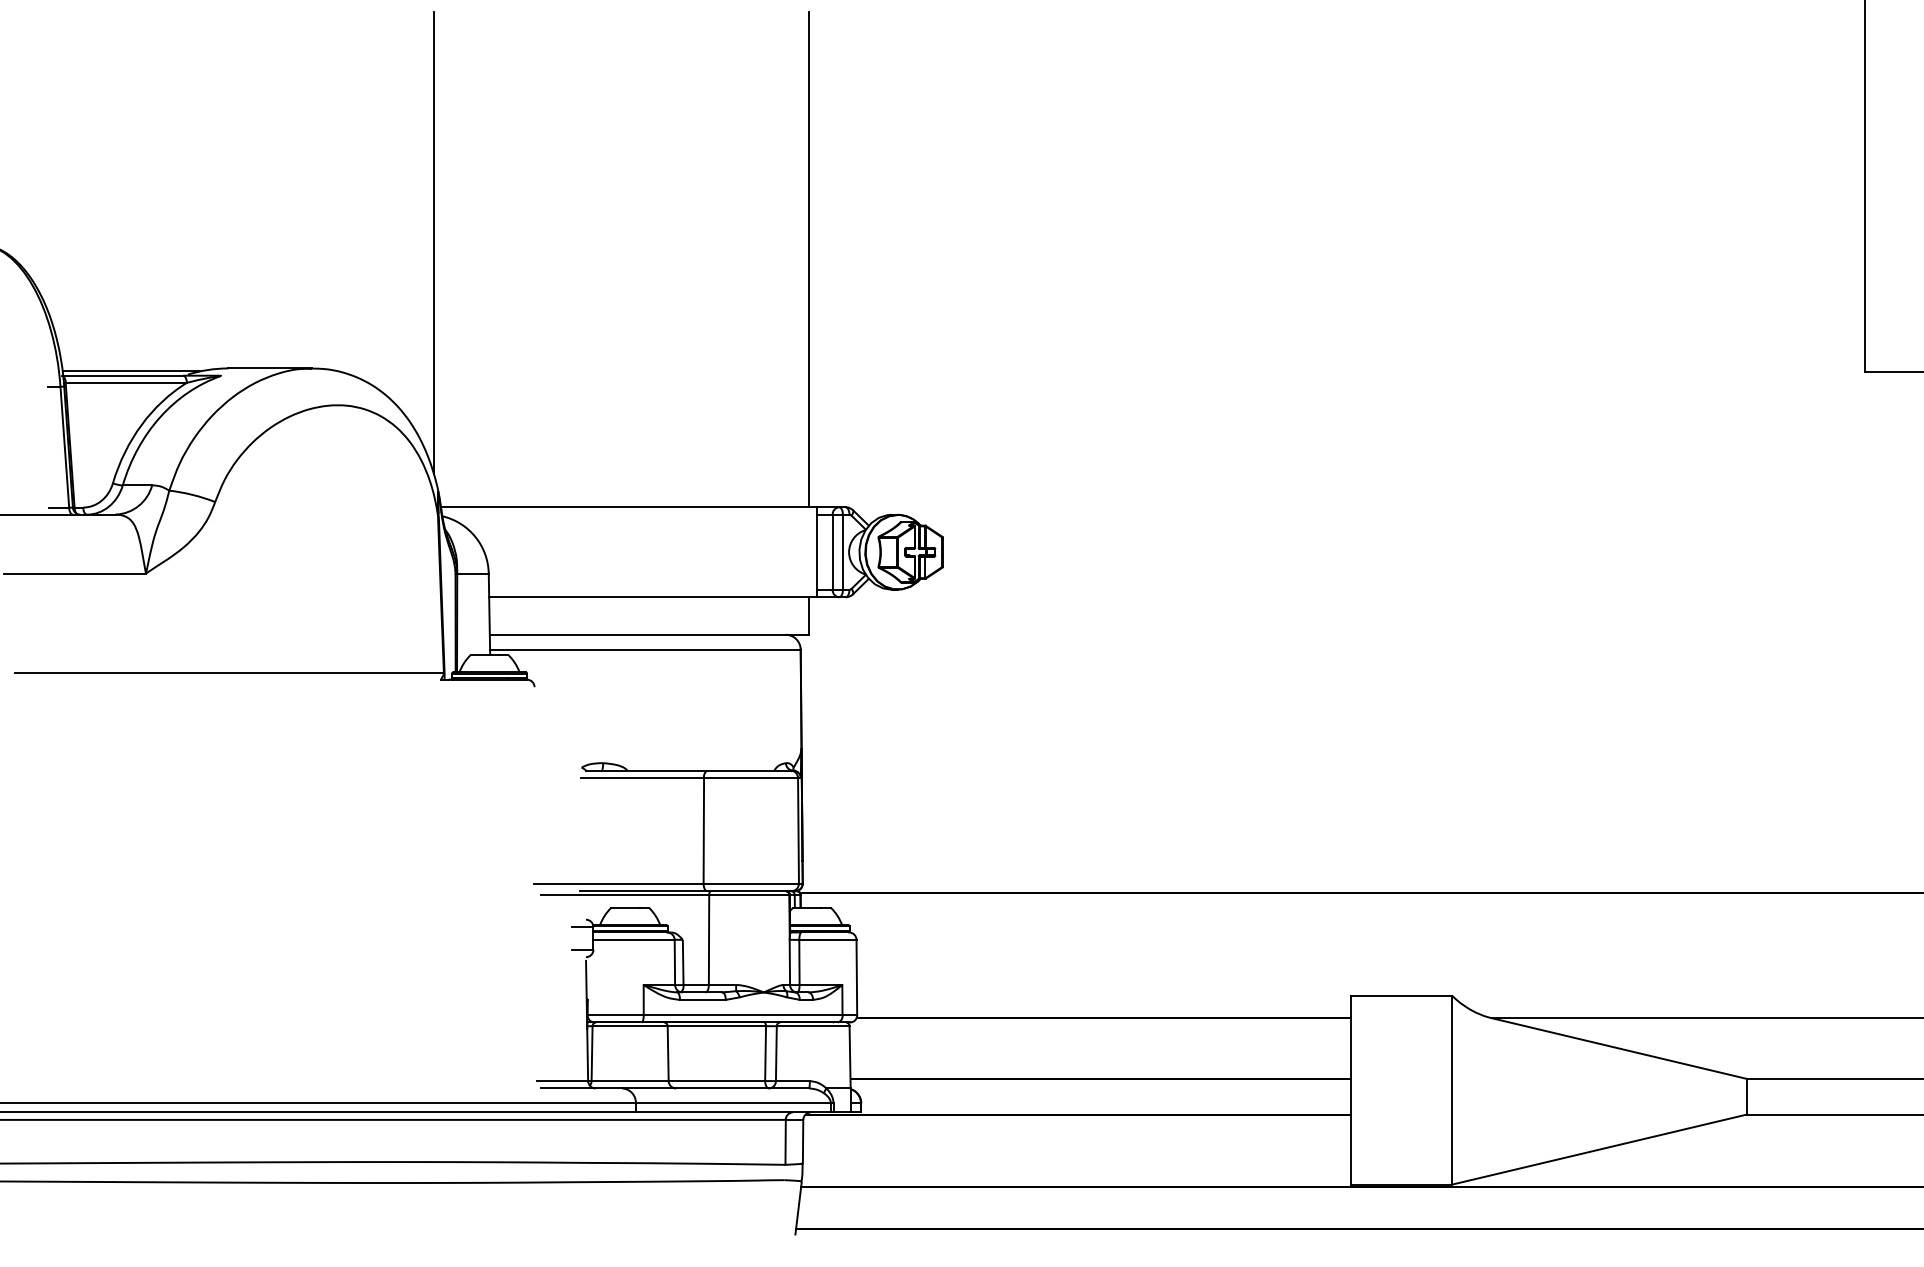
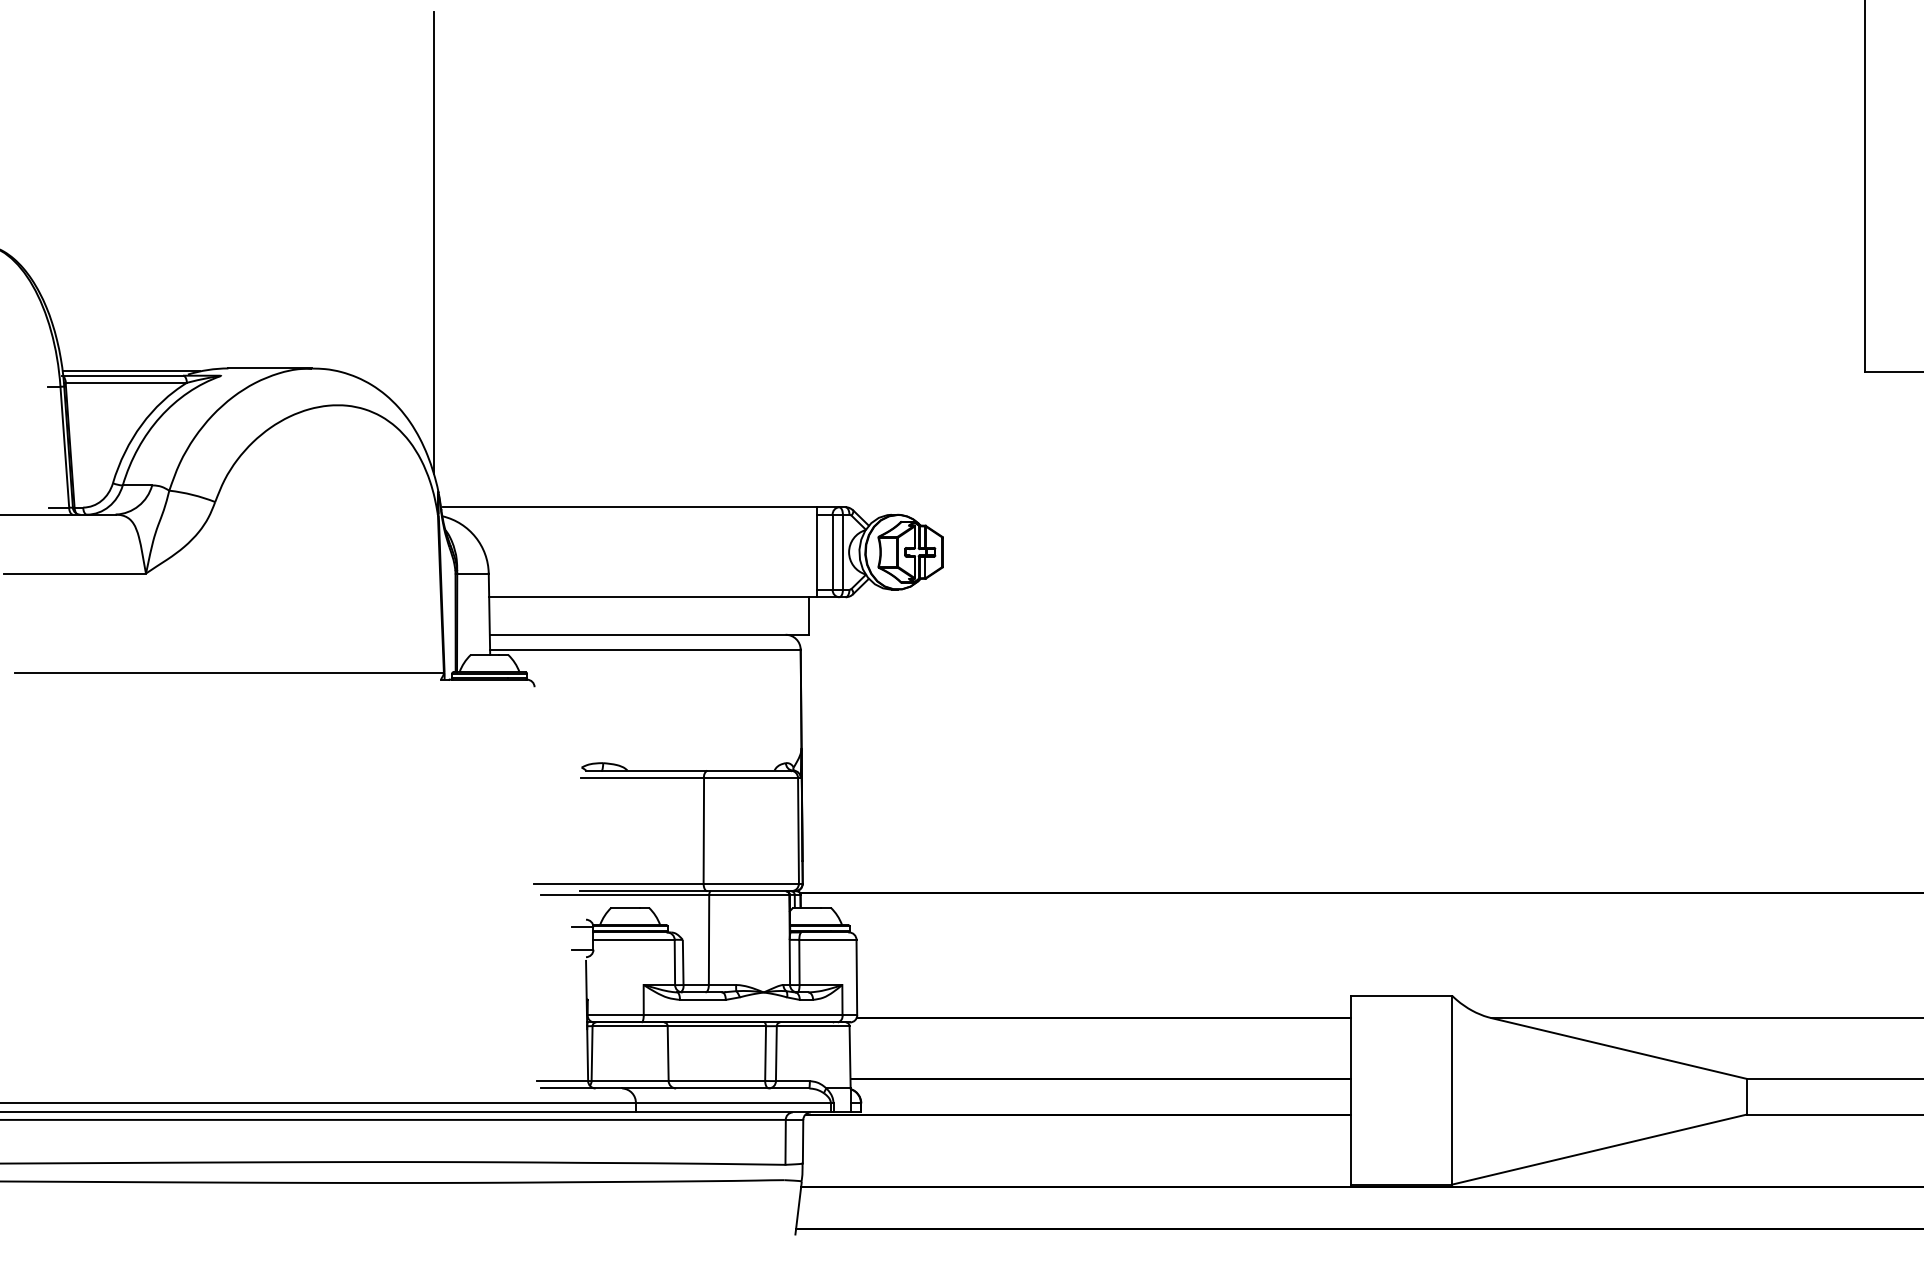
line at (809, 259): present -> none
